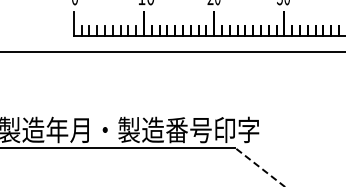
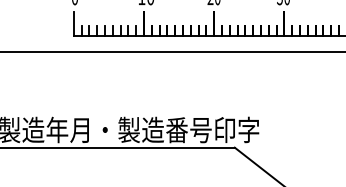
line at (259, 167): dashed -> solid
